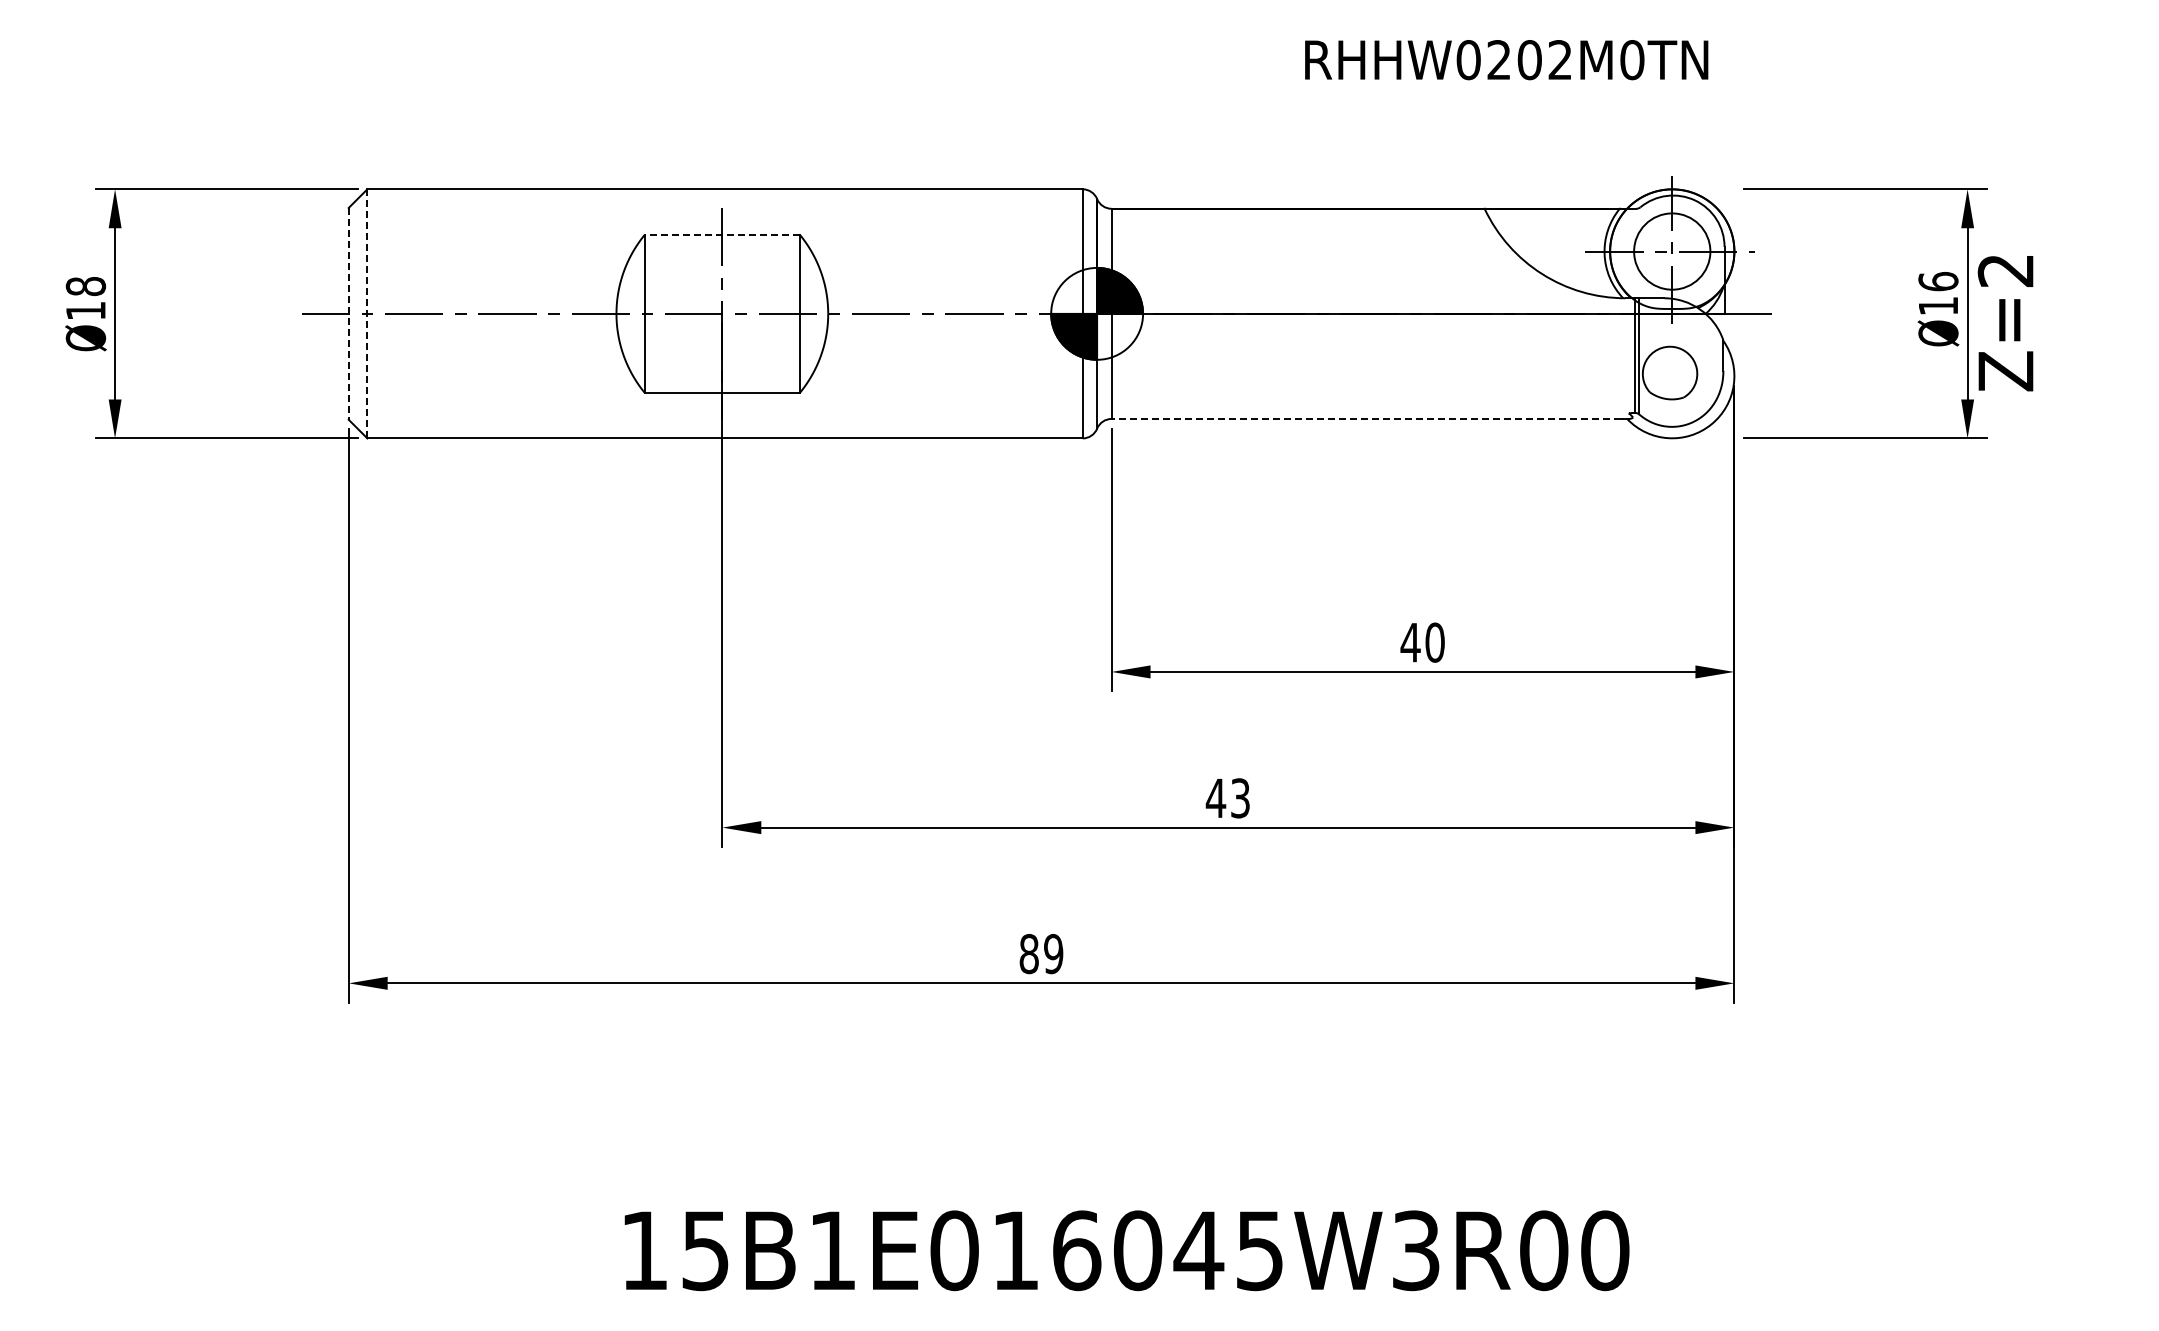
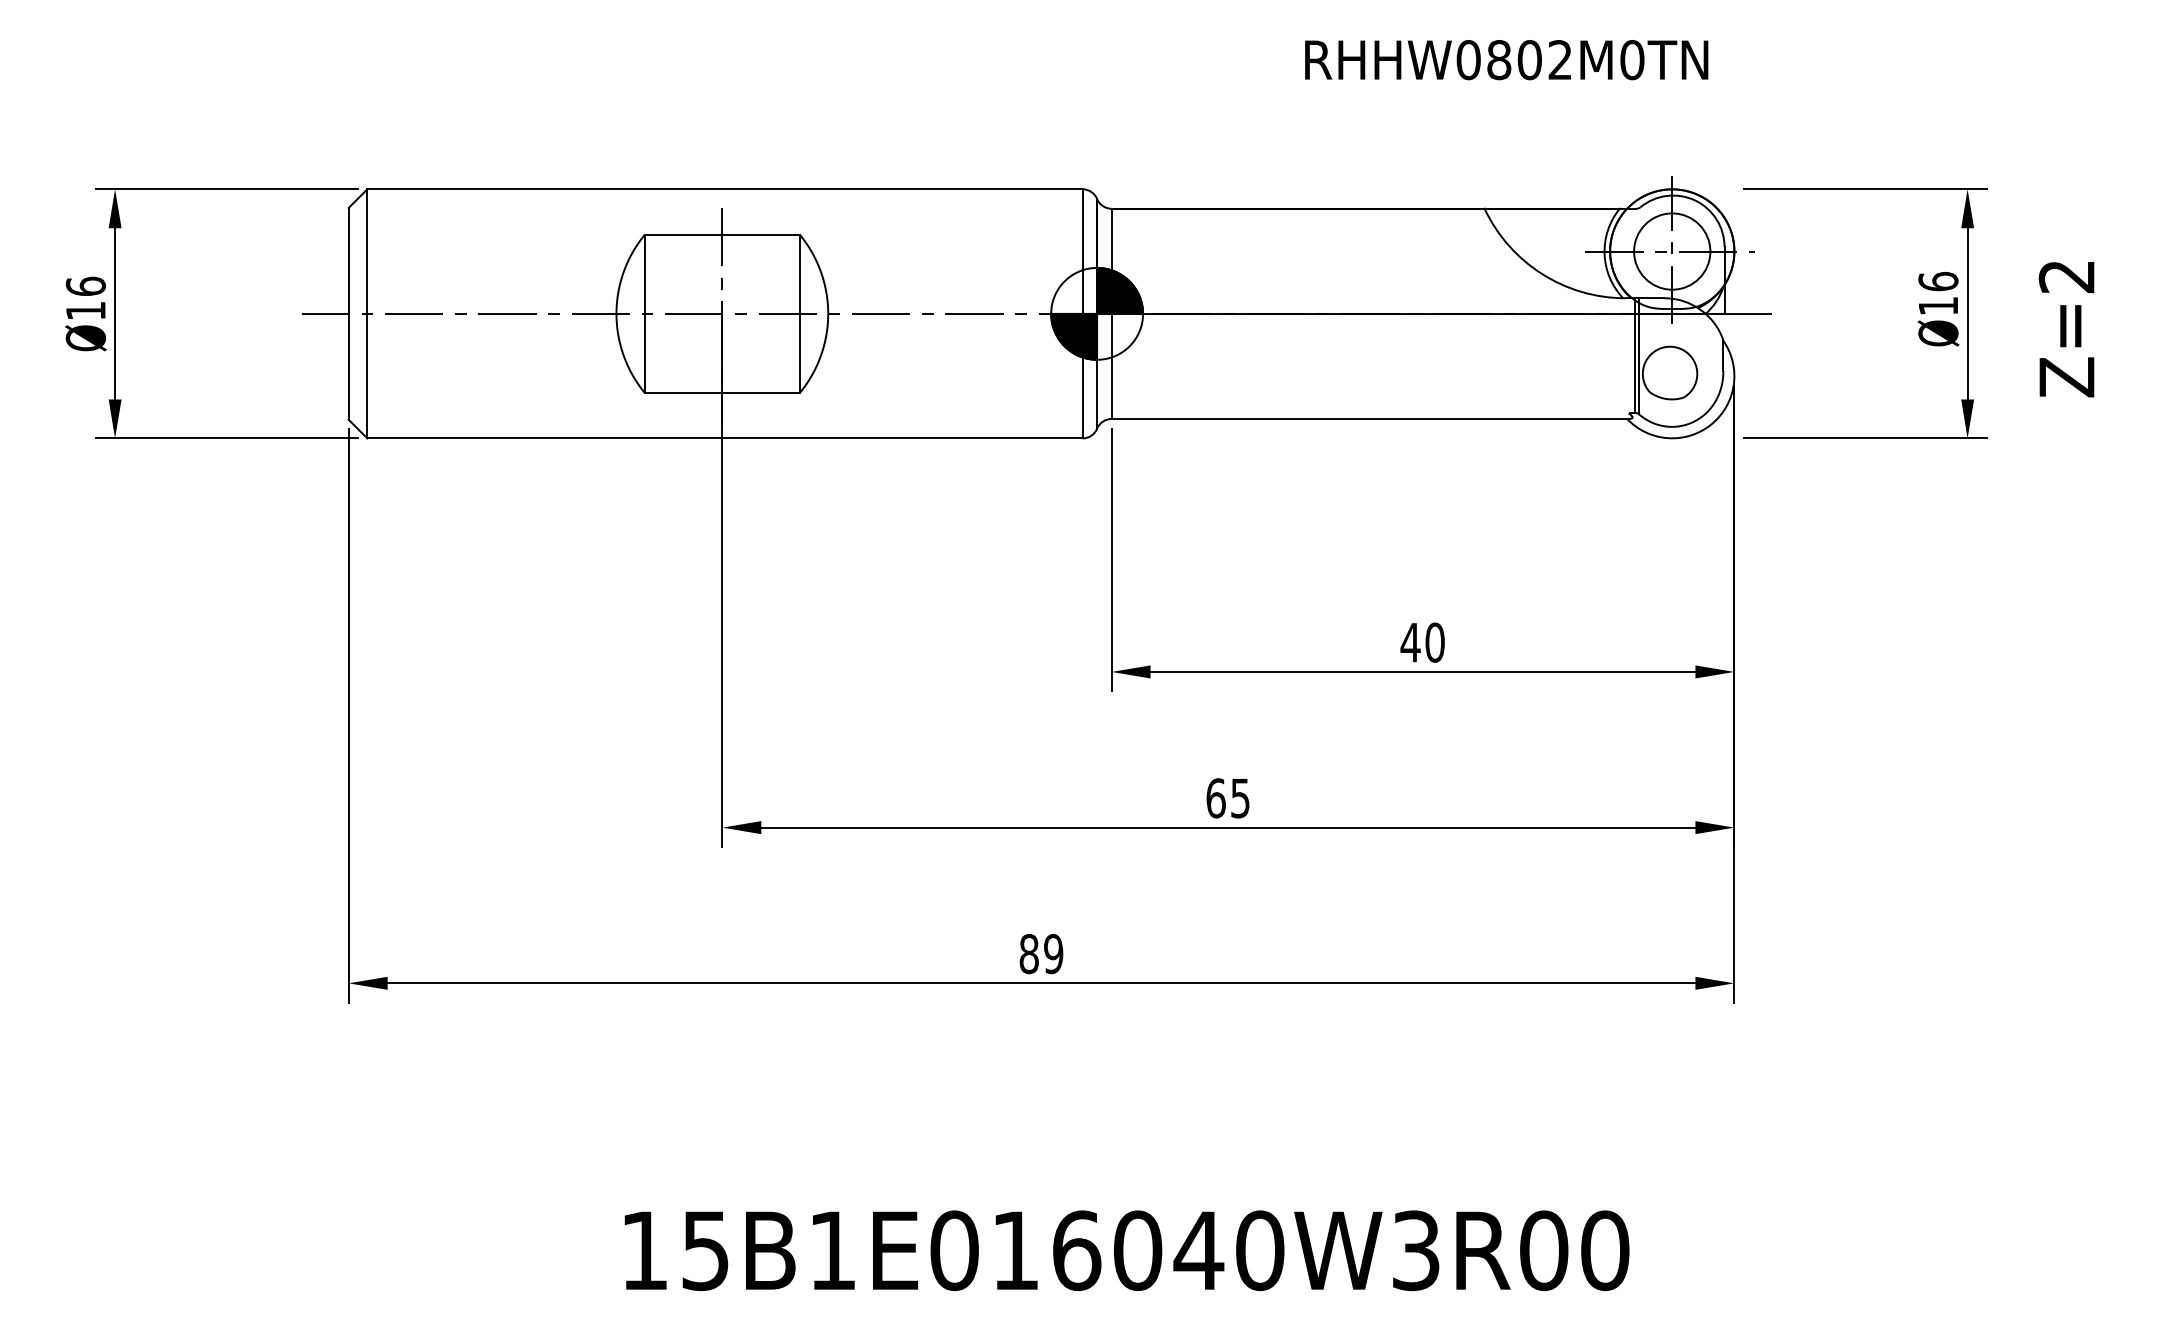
text at (1499, 60): RHHW0202M0TN -> RHHW0802M0TN
line at (722, 235): dashed -> solid
text at (85, 286): Ø18 -> Ø16
line at (348, 313): dashed -> solid
line at (367, 313): dashed -> solid
text at (2005, 323) position: (2005, 323) -> (2066, 329)
line at (1366, 418): dashed -> solid
text at (1227, 798): 43 -> 65
text at (1260, 1250): 15B1E016045W3R00 -> 15B1E016040W3R00
